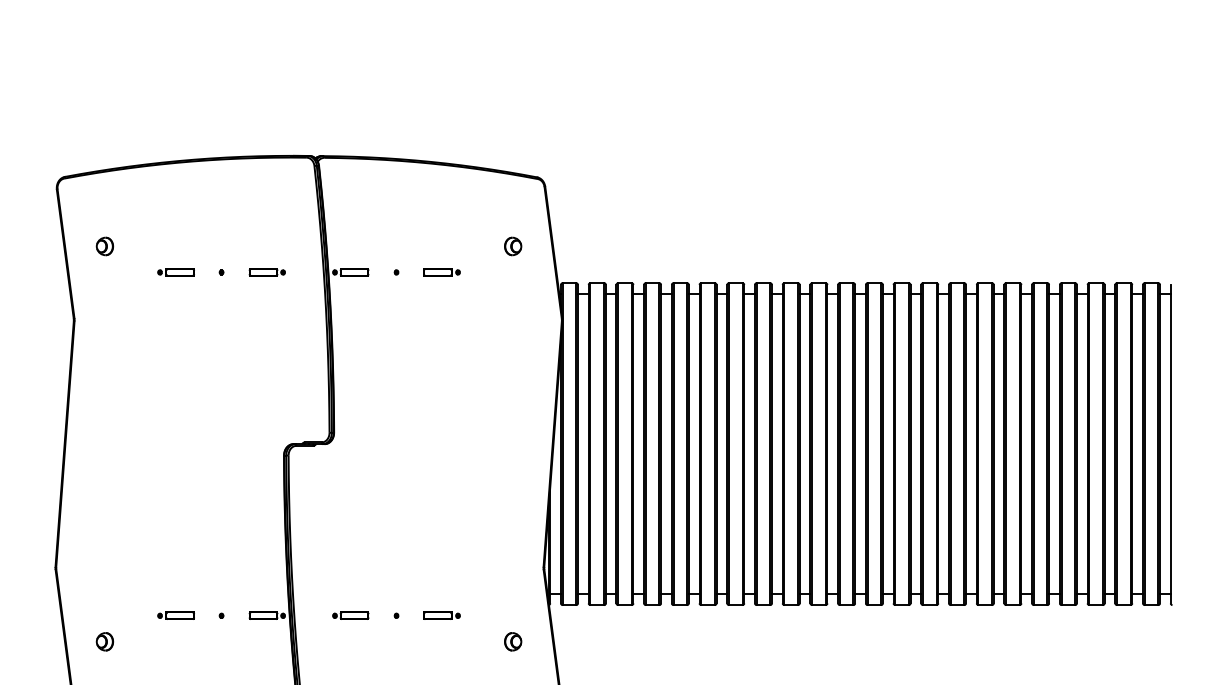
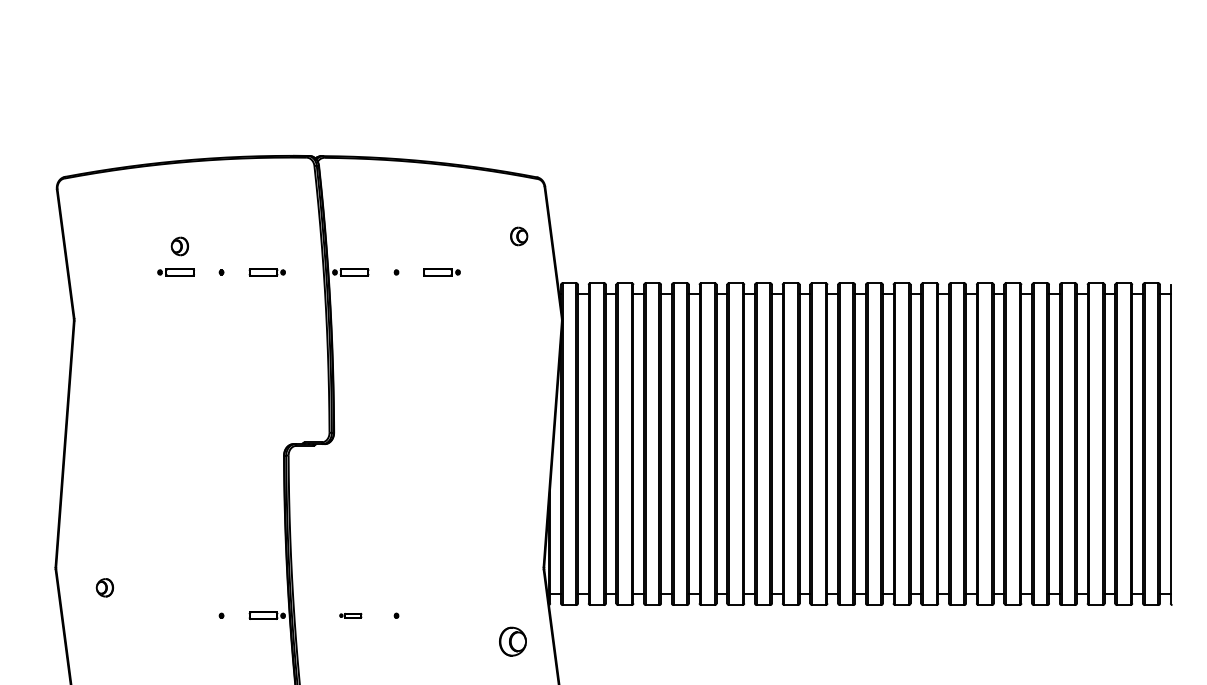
part at (104, 246) position: (104, 246) -> (179, 246)
part at (513, 246) position: (513, 246) -> (519, 236)
part at (175, 615): present -> none
part at (350, 615) size: 38x9 px -> 24x6 px
part at (441, 615): present -> none
part at (104, 641) position: (104, 641) -> (104, 587)
part at (513, 641) size: 19x20 px -> 28x31 px
